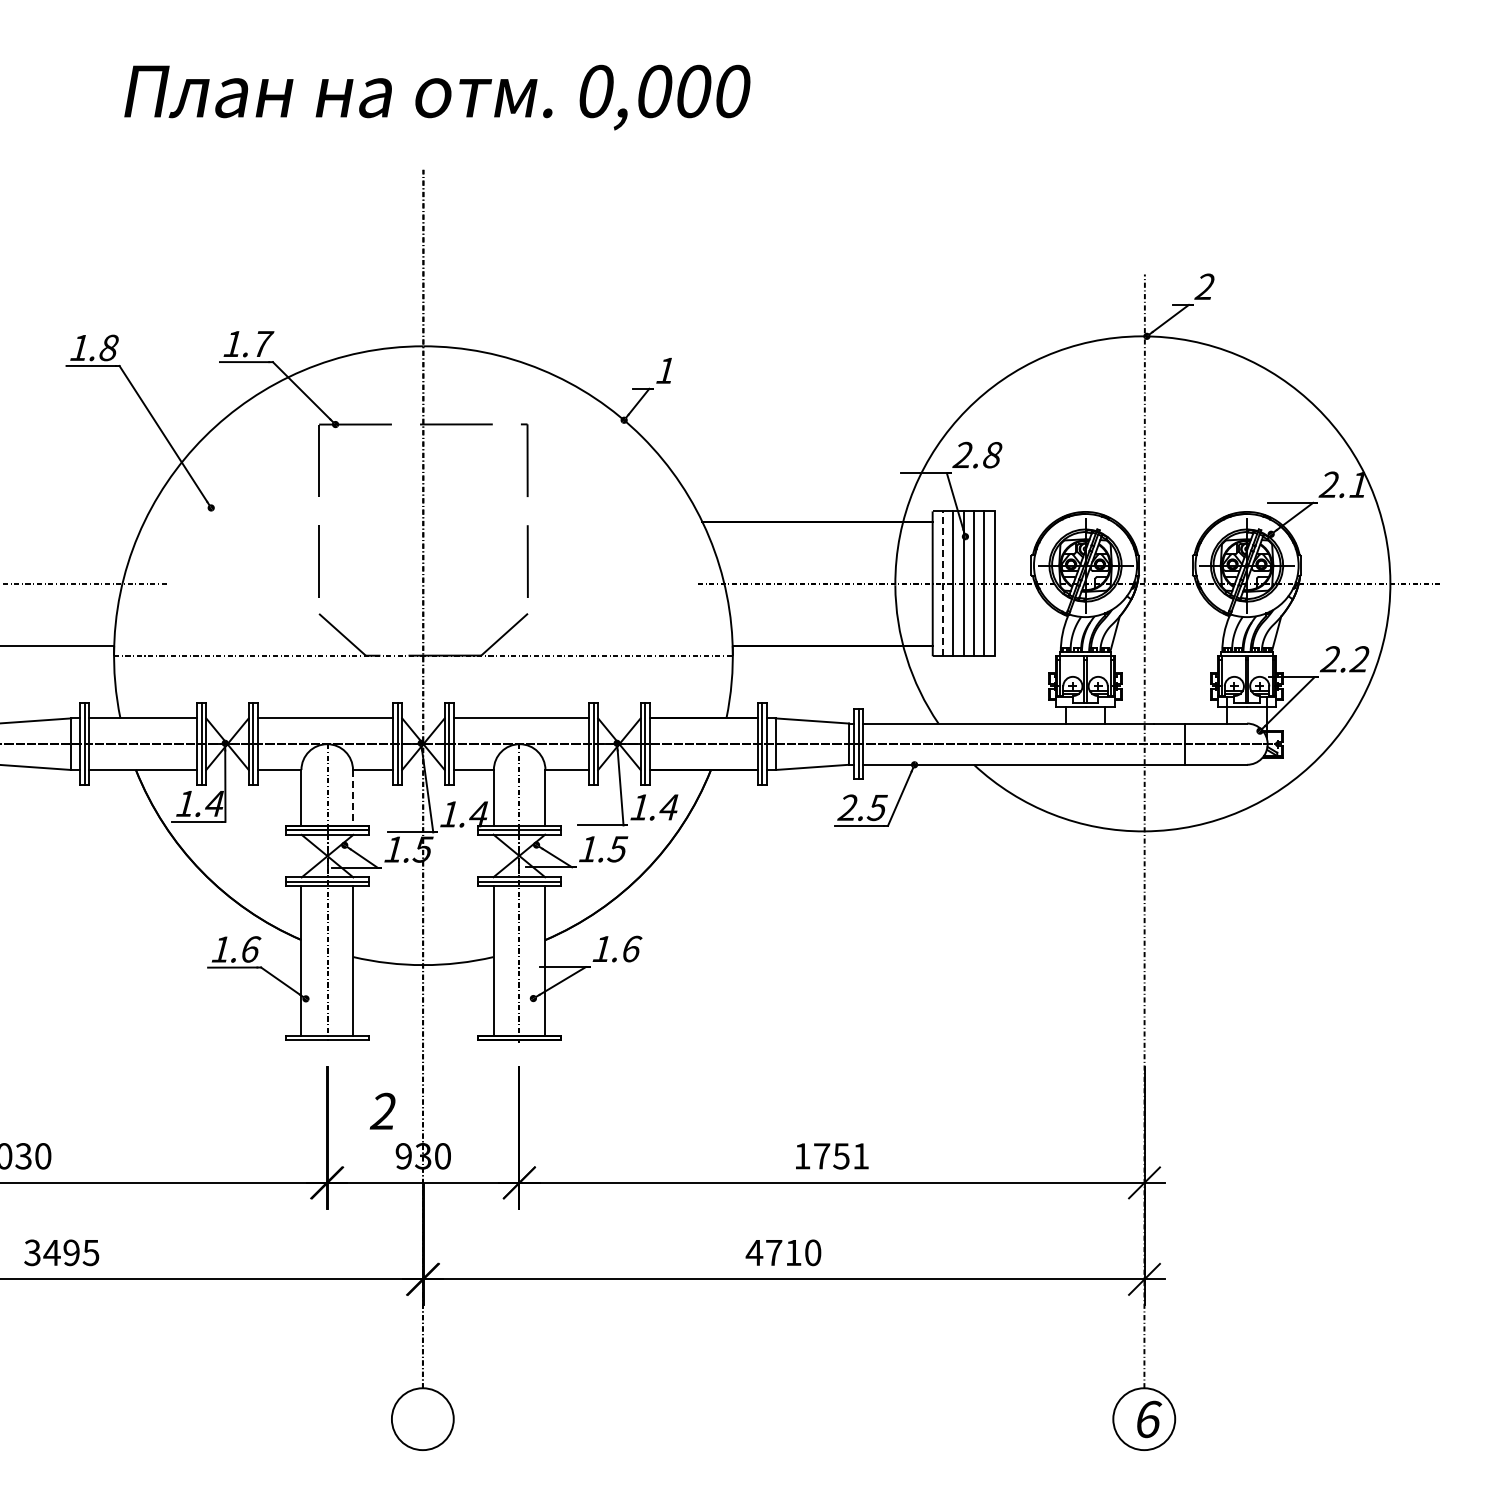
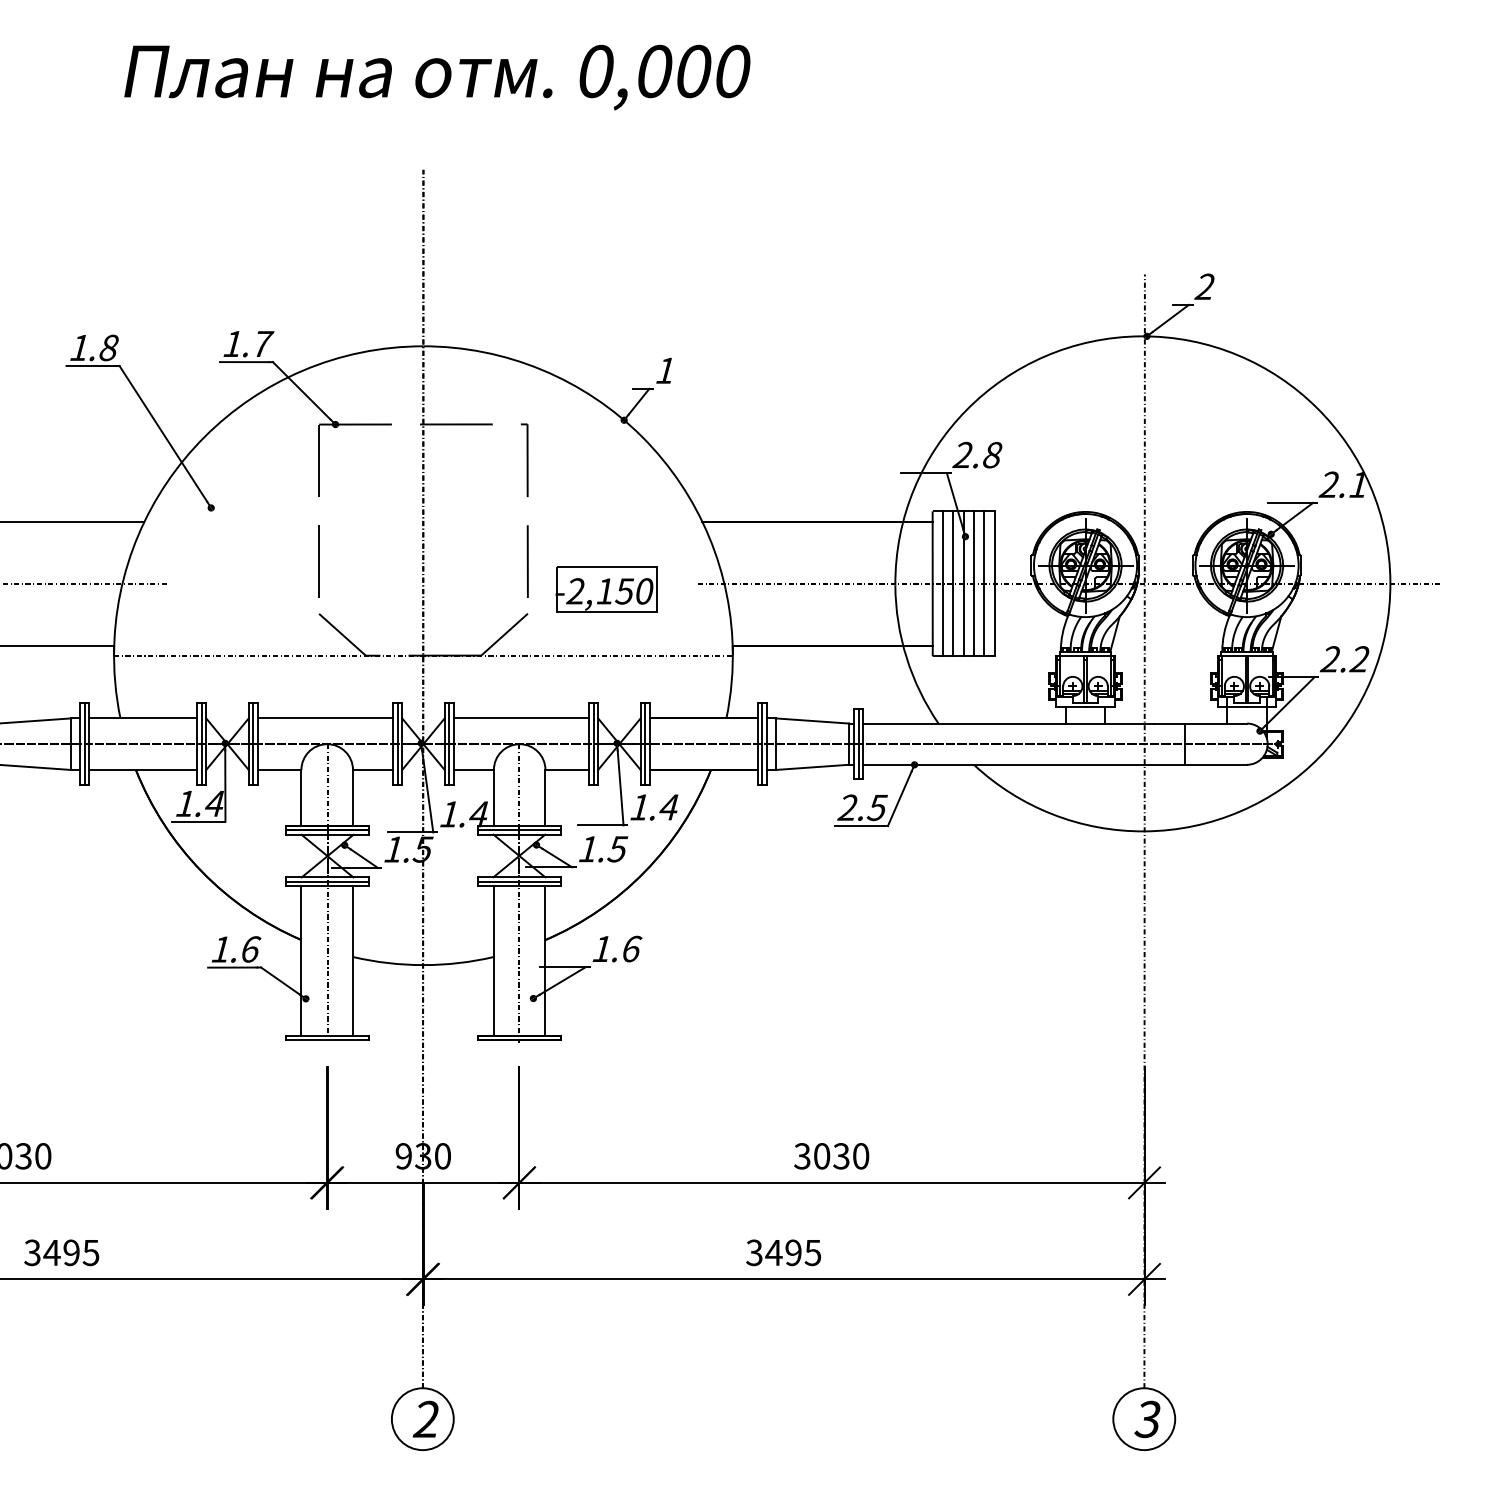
text at (437, 97) position: (437, 97) -> (437, 77)
line at (73, 522): none -> present
line at (942, 583): dashed -> solid
part at (606, 589): none -> present
line at (353, 797): dashed -> solid
text at (382, 1110) position: (382, 1110) -> (425, 1418)
text at (831, 1156): 1751 -> 3030
text at (783, 1252): 4710 -> 3495
text at (1148, 1419): 6 -> 3
